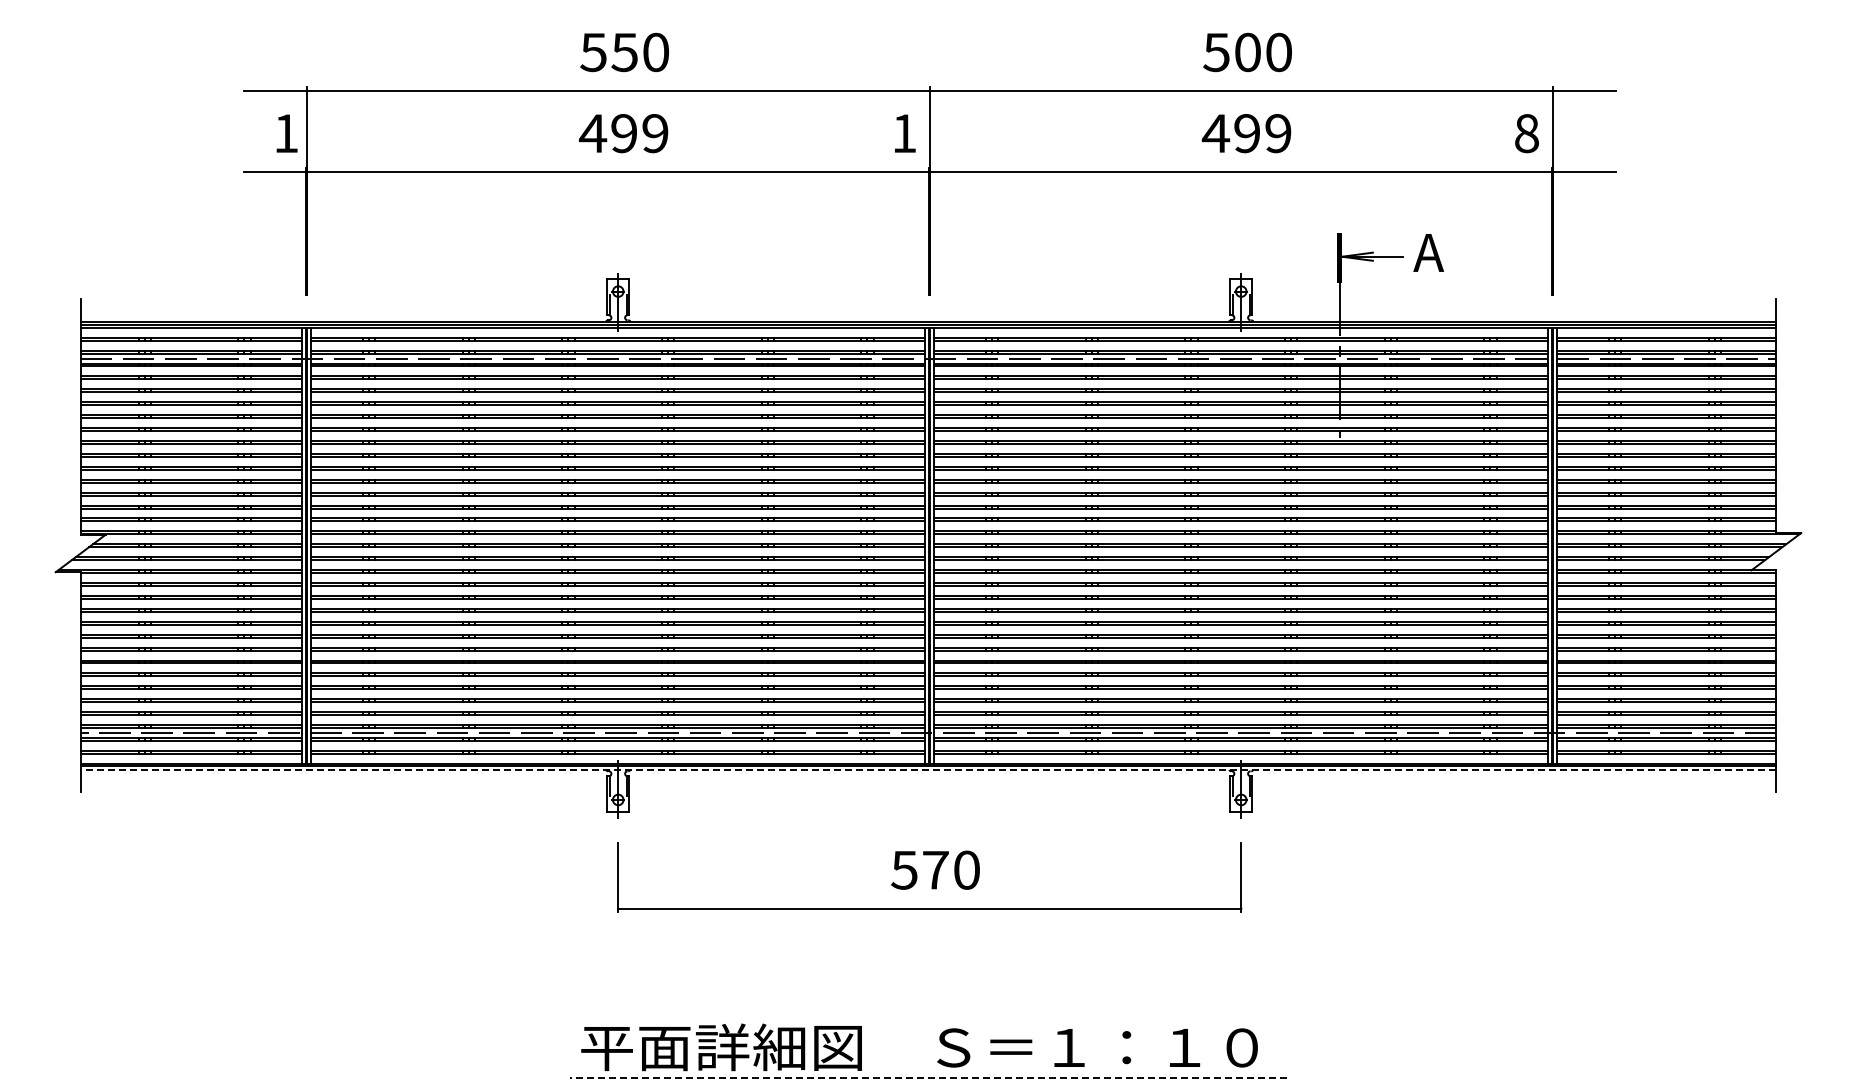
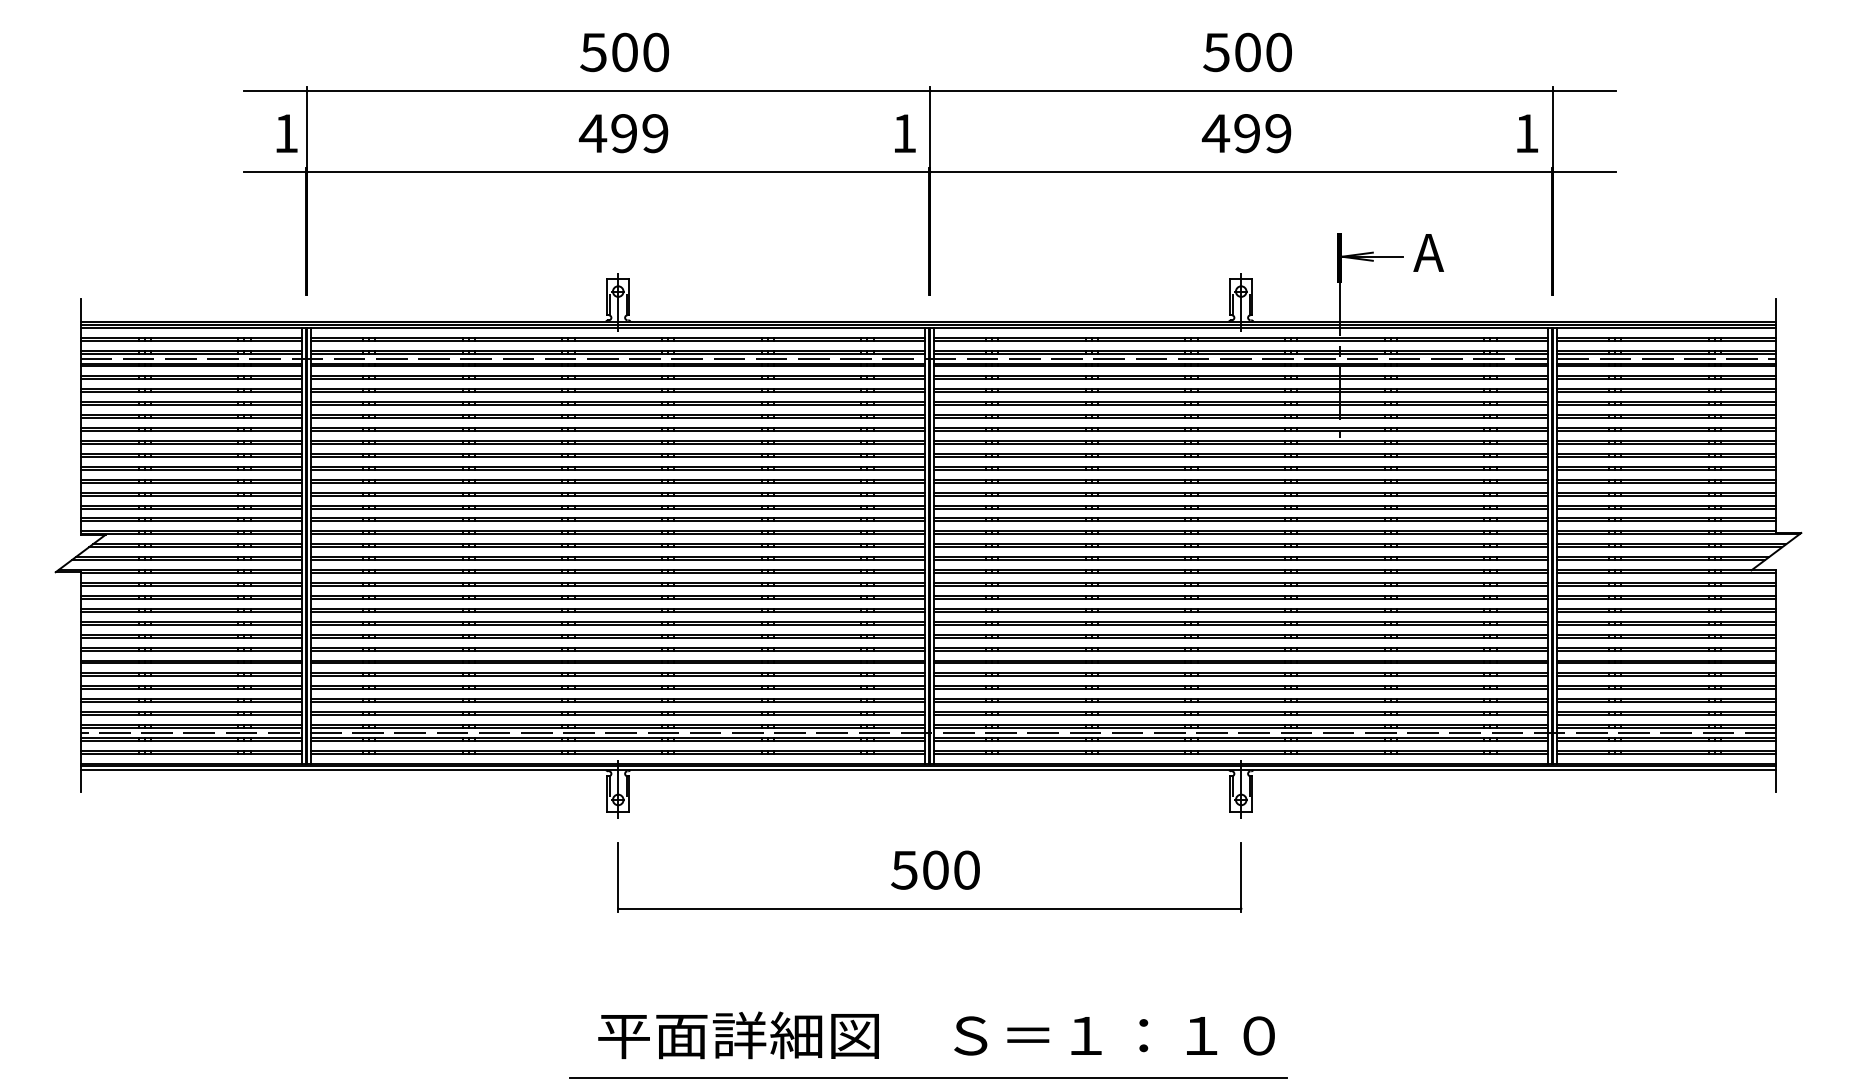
text at (624, 51): 550 -> 500
text at (1526, 133): 8 -> 1
line at (928, 770): dashed -> solid
text at (935, 869): 570 -> 500
text at (919, 1047) position: (919, 1047) -> (936, 1035)
line at (928, 1077): dashed -> solid
